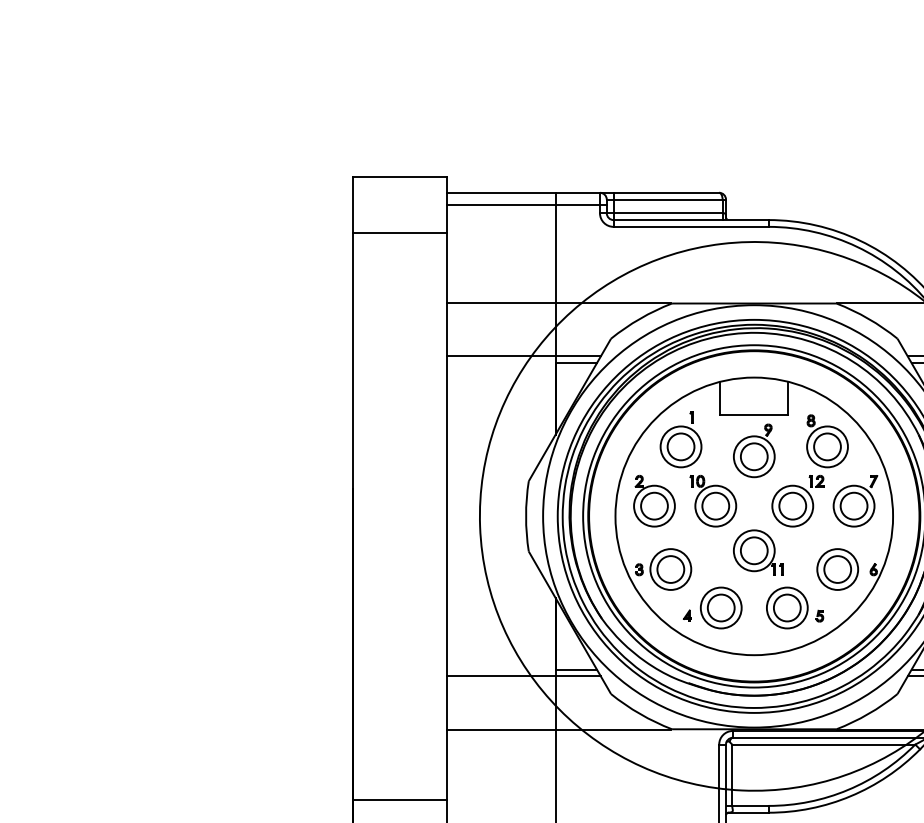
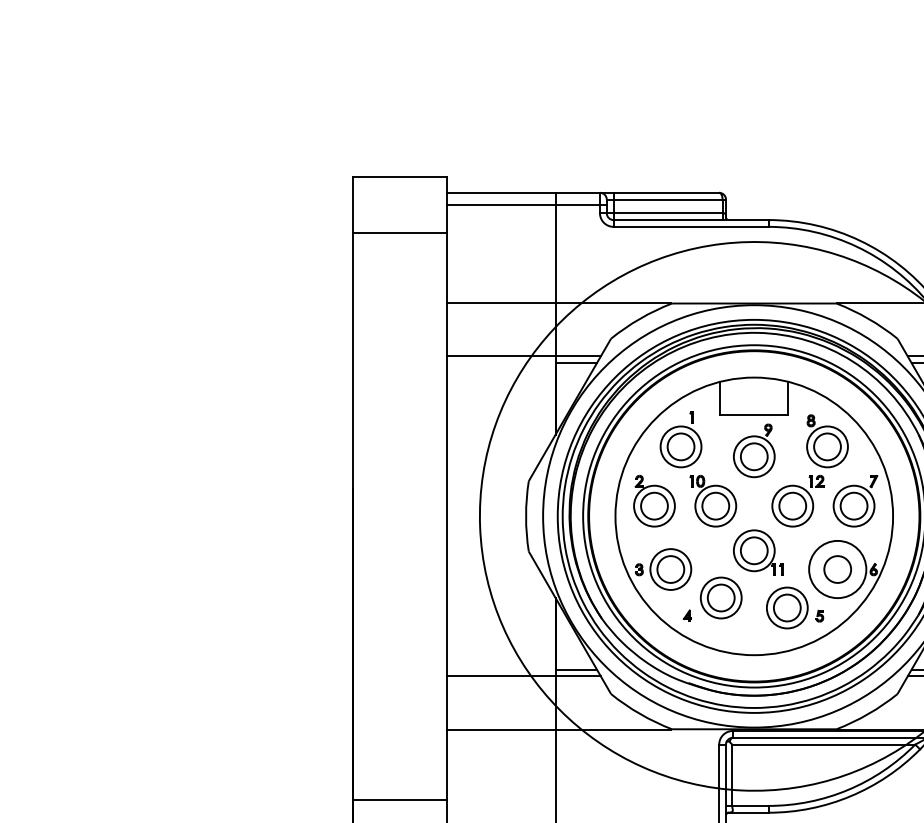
circle at (837, 569) diameter: 41 px -> 57 px
part at (720, 607) position: (720, 607) -> (720, 597)
